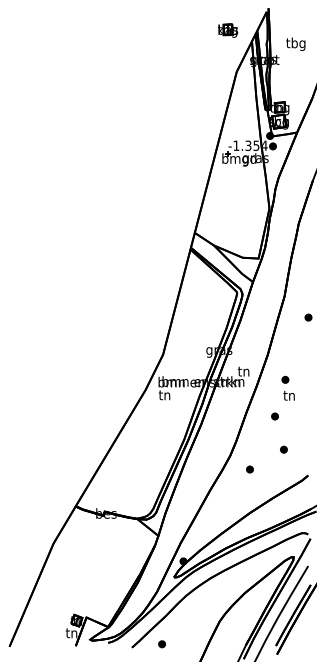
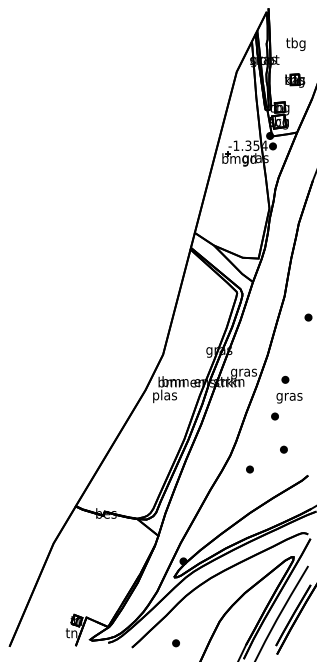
part at (228, 30) position: (228, 30) -> (295, 80)
text at (243, 372): tn -> gras
text at (164, 396): tn -> plas
text at (289, 397): tn -> gras
part at (161, 644) position: (161, 644) -> (175, 643)
